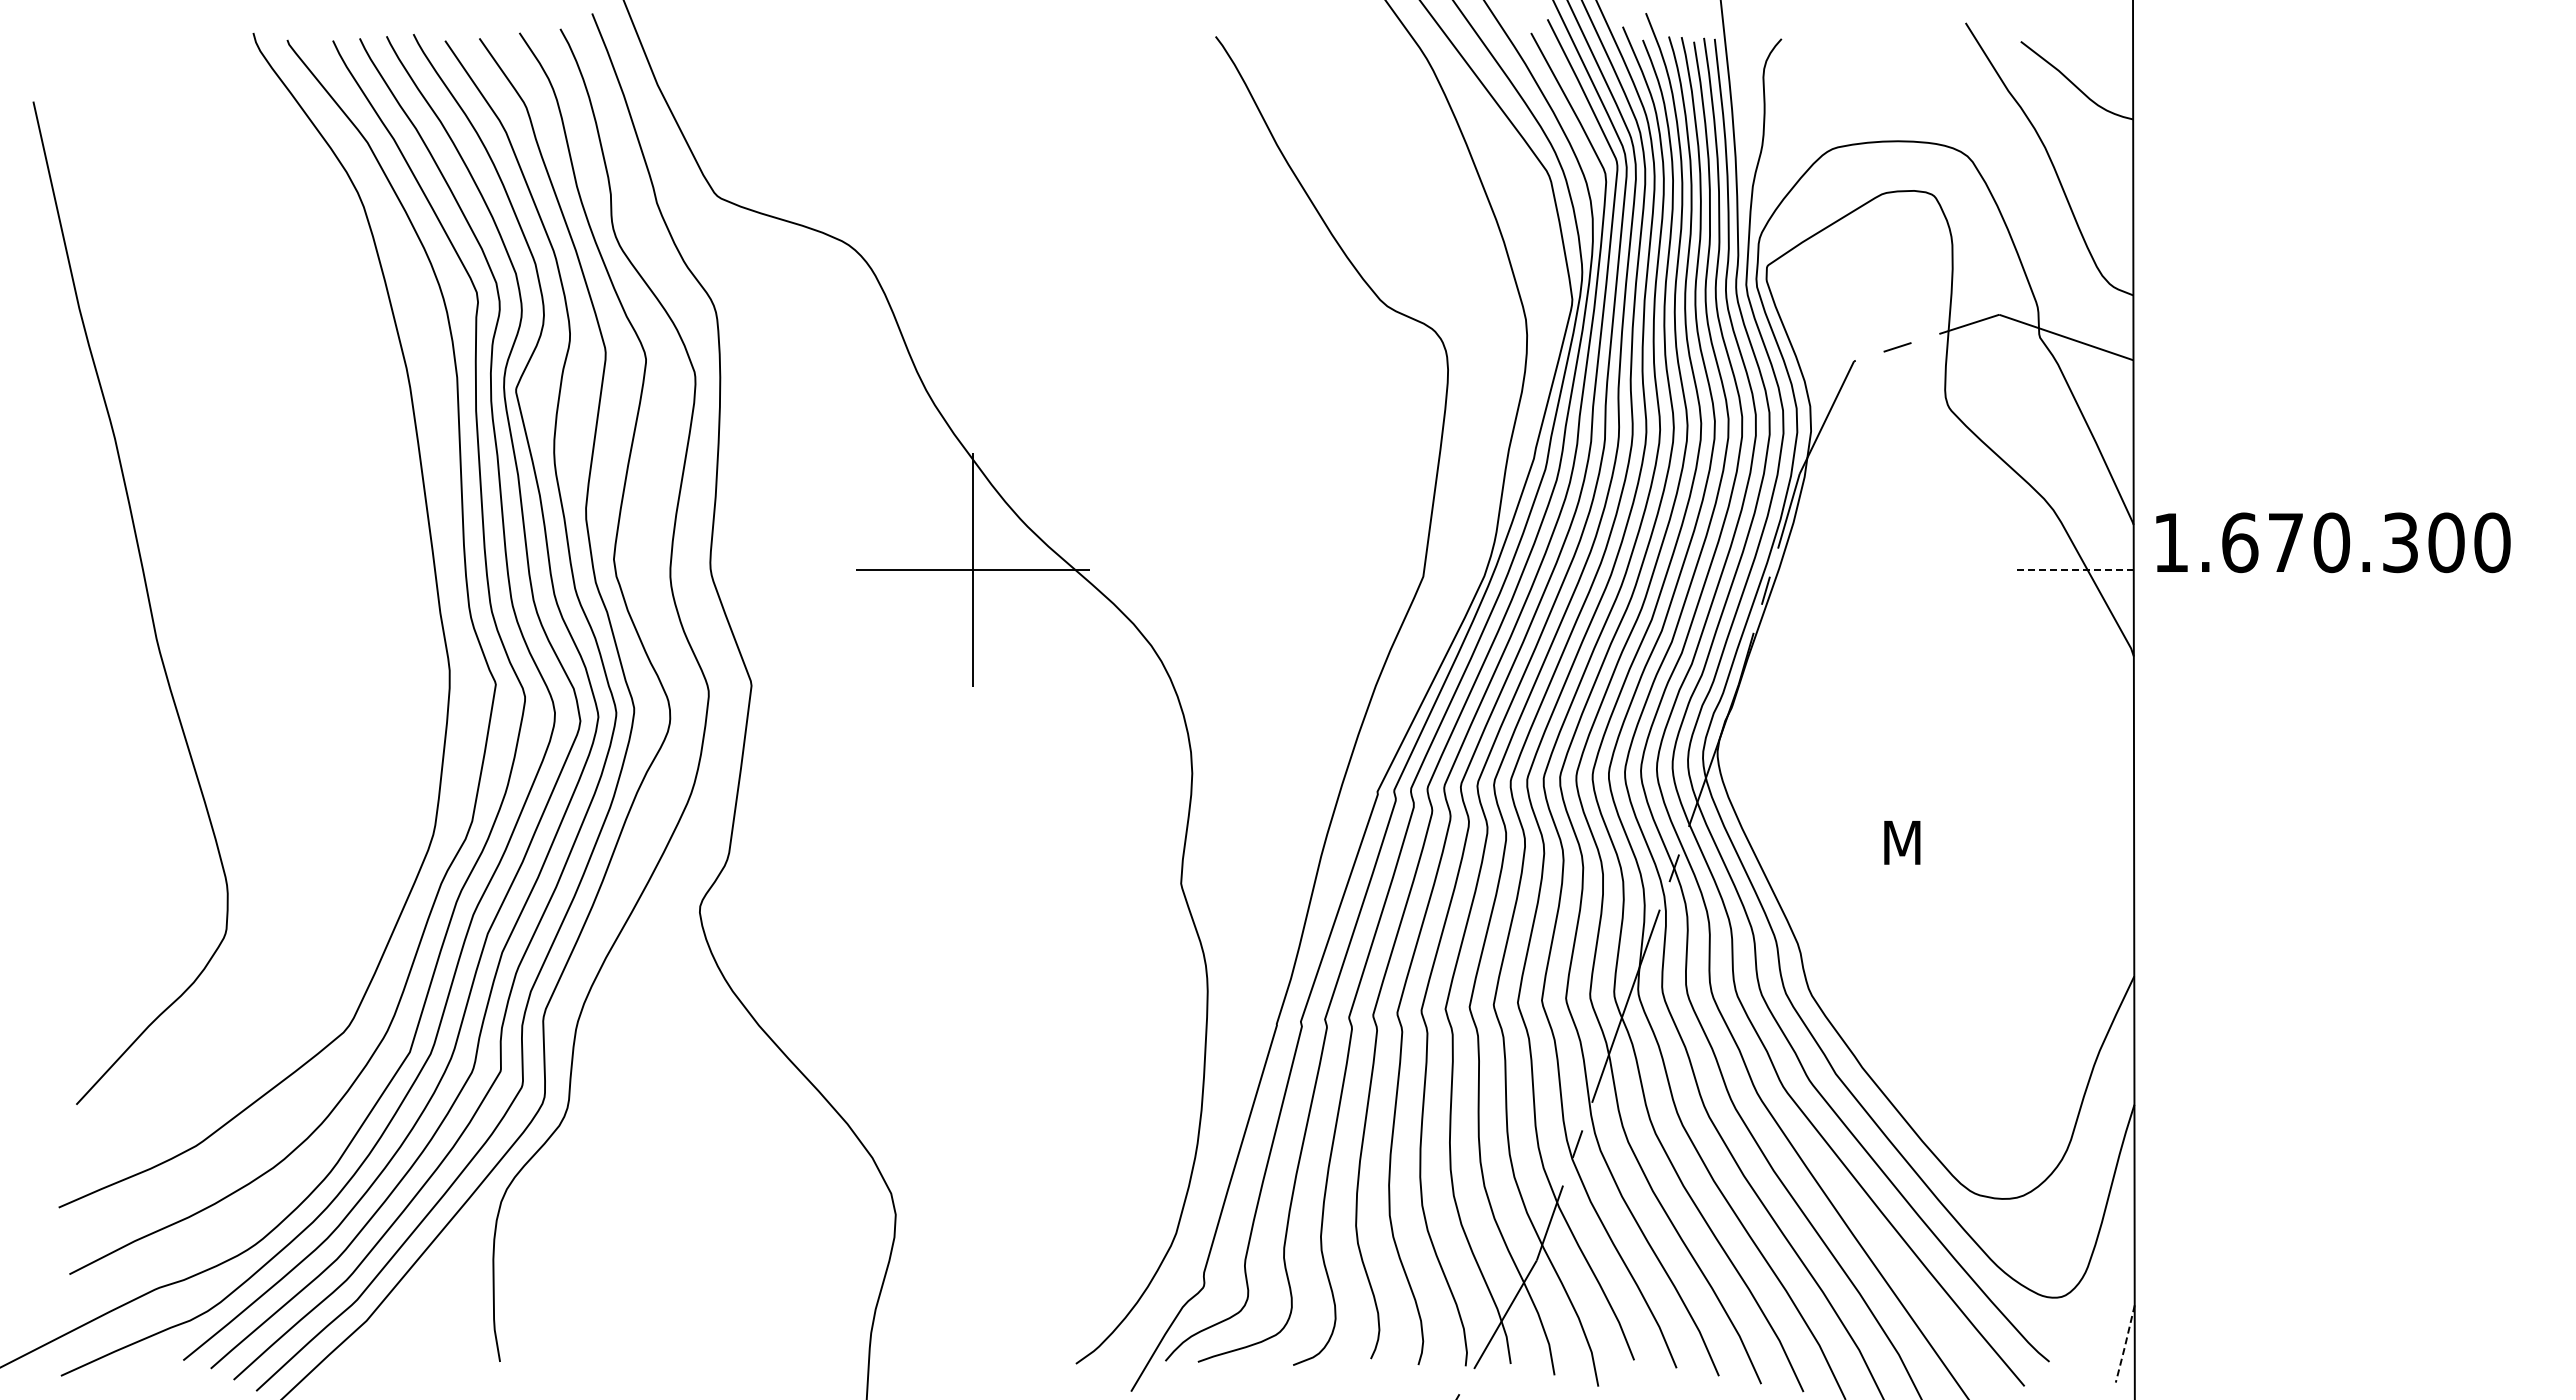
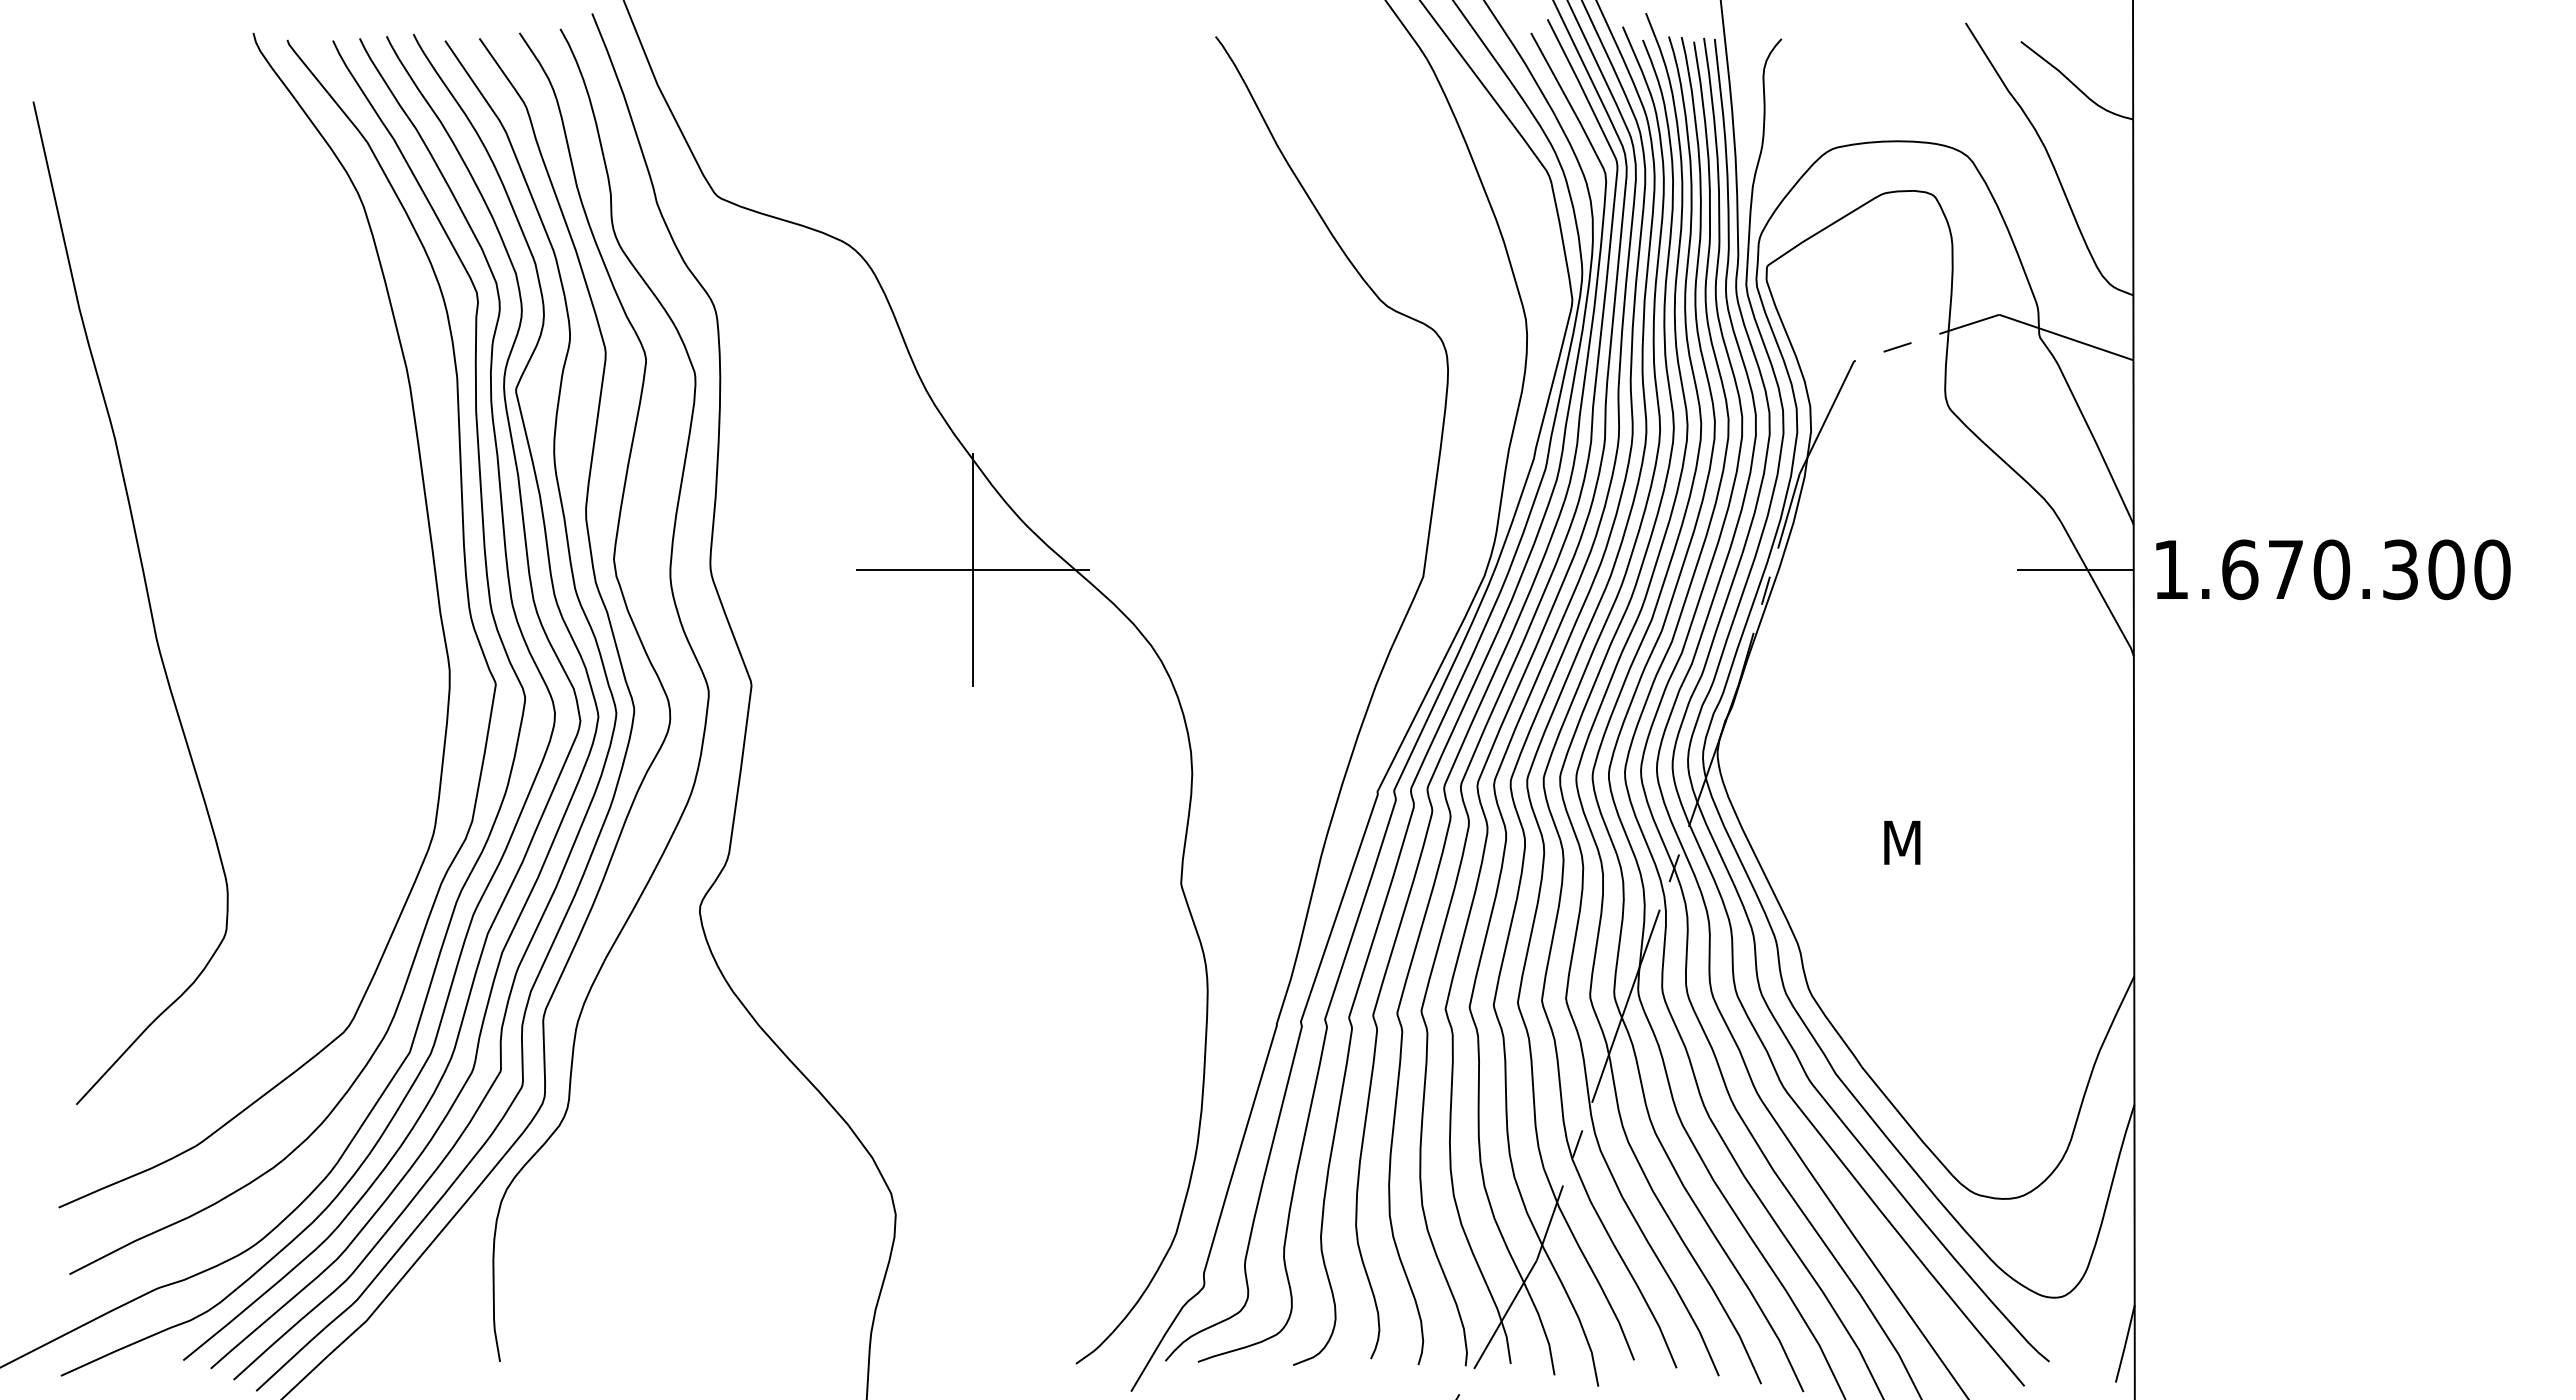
text at (2333, 542) position: (2333, 542) -> (2333, 569)
line at (2074, 569): dashed -> solid
line at (2125, 1344): dashed -> solid
